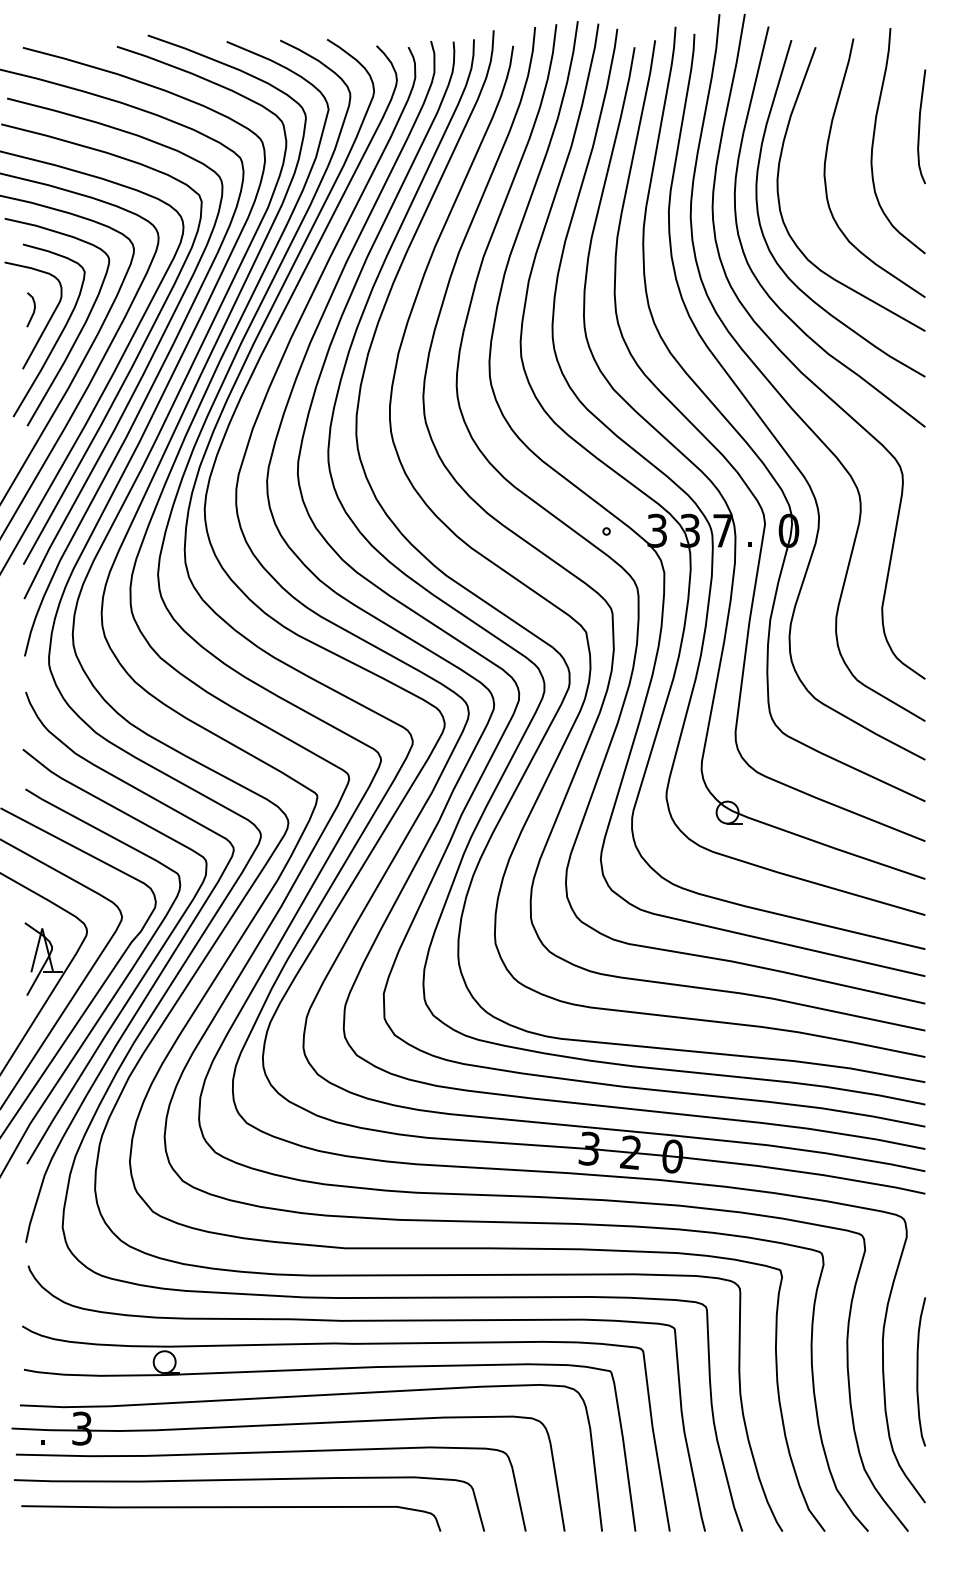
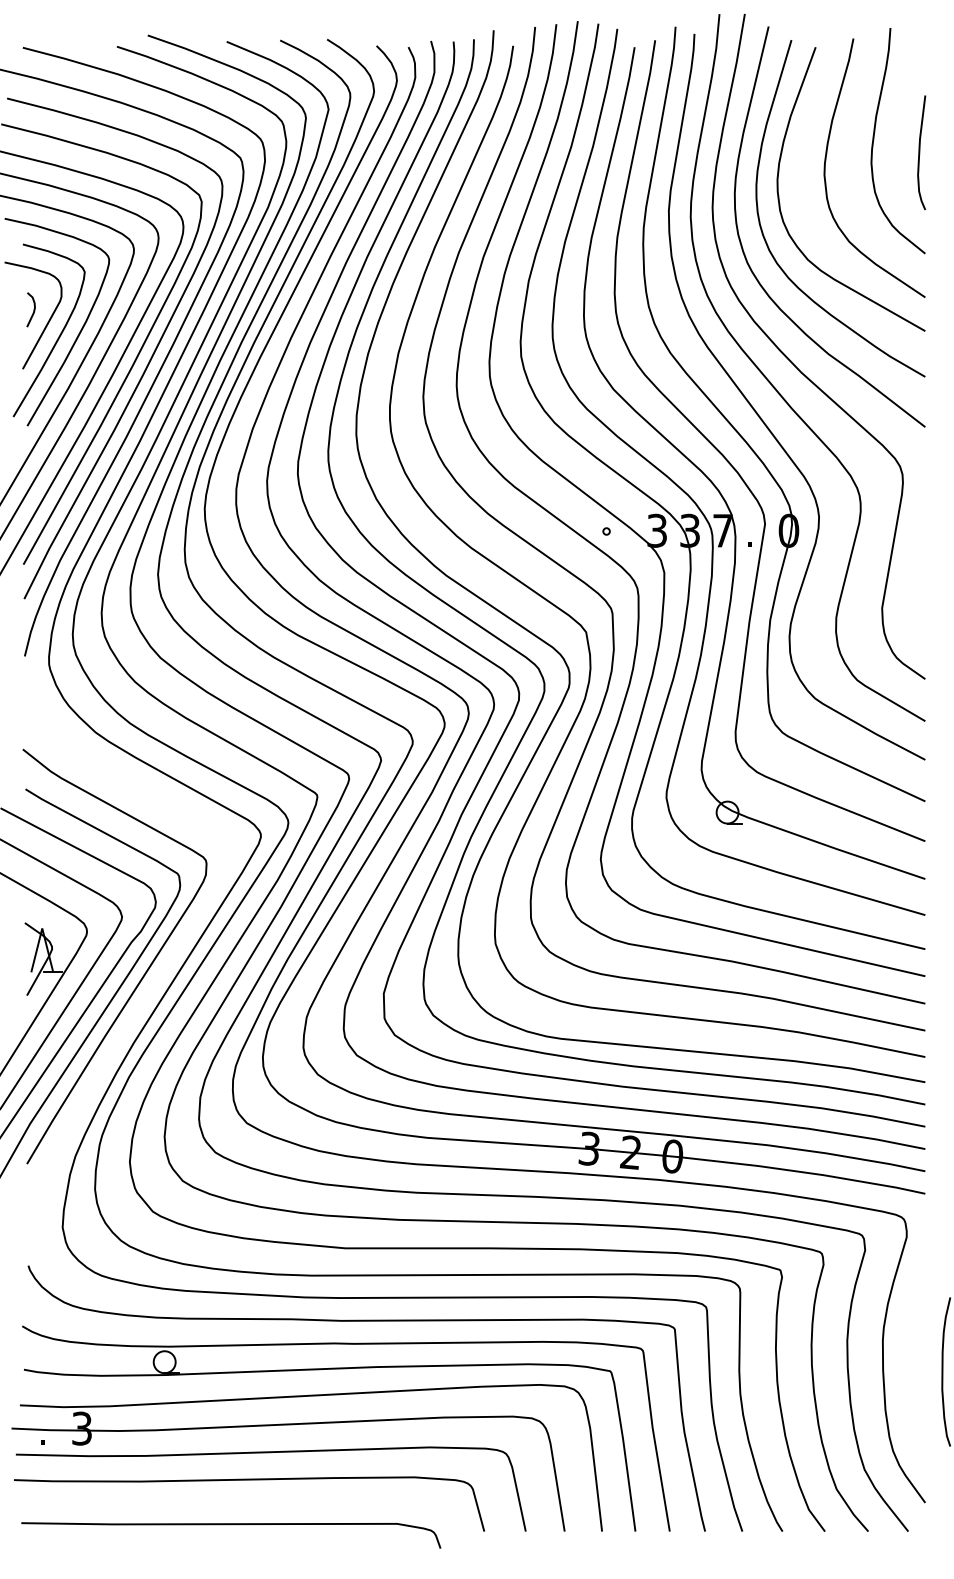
curve at (920, 126) position: (920, 126) -> (920, 152)
curve at (154, 981): present -> none
curve at (918, 1371) position: (918, 1371) -> (943, 1371)
curve at (231, 1508) position: (231, 1508) -> (231, 1525)
